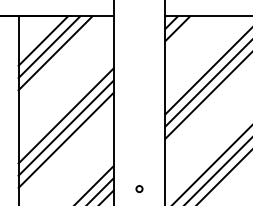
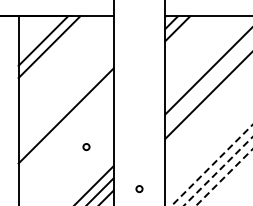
line at (55, 53): present -> none
line at (207, 84): present -> none
line at (65, 127): present -> none
line at (65, 140): present -> none
circle at (86, 147): none -> present
line at (212, 164): solid -> dashed
line at (218, 171): solid -> dashed
line at (224, 177): solid -> dashed
